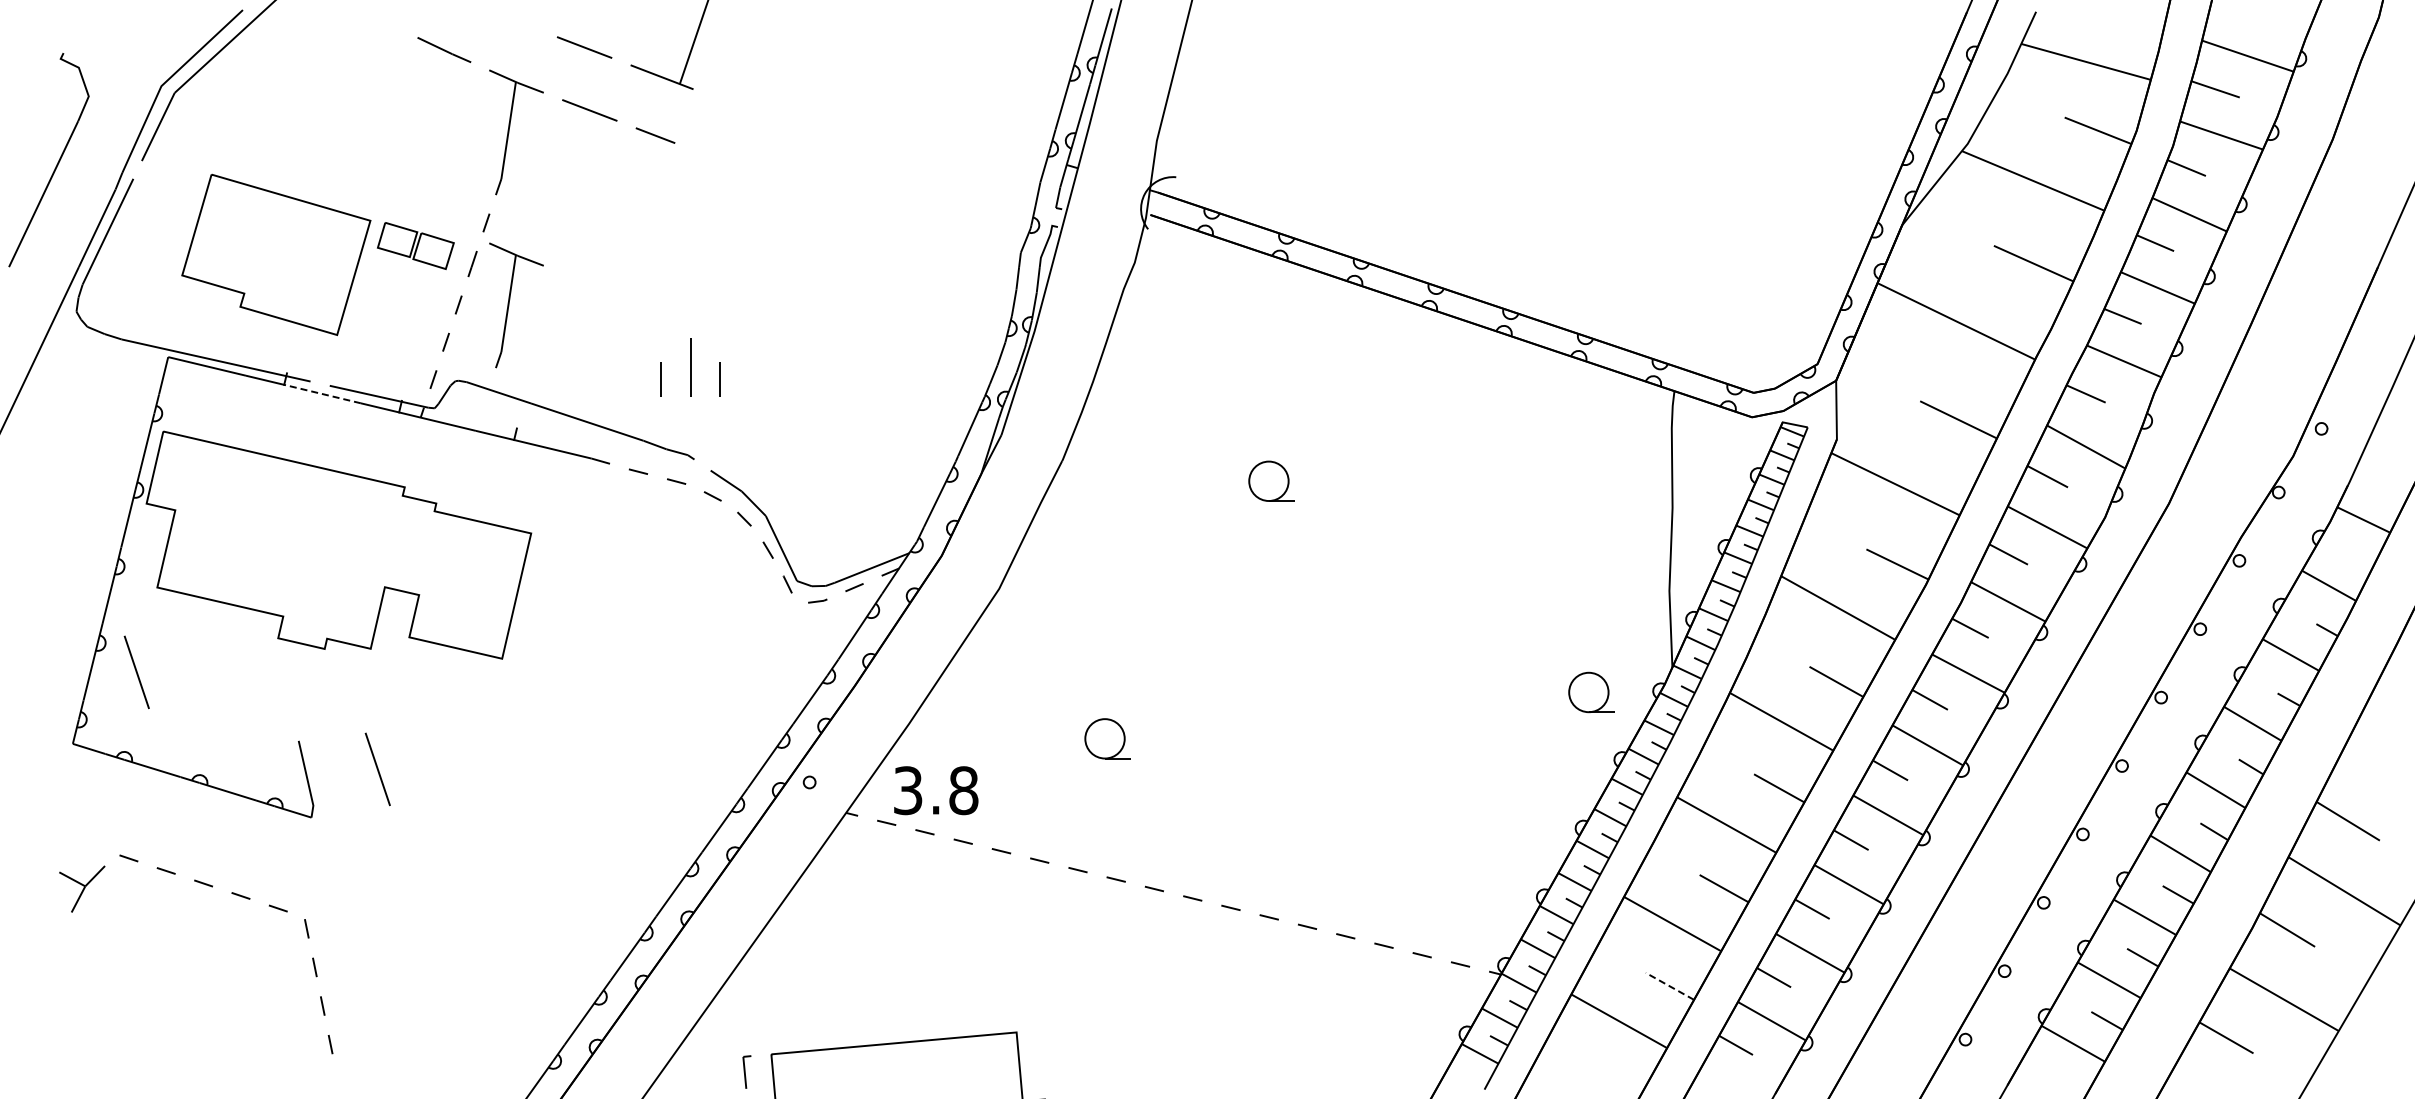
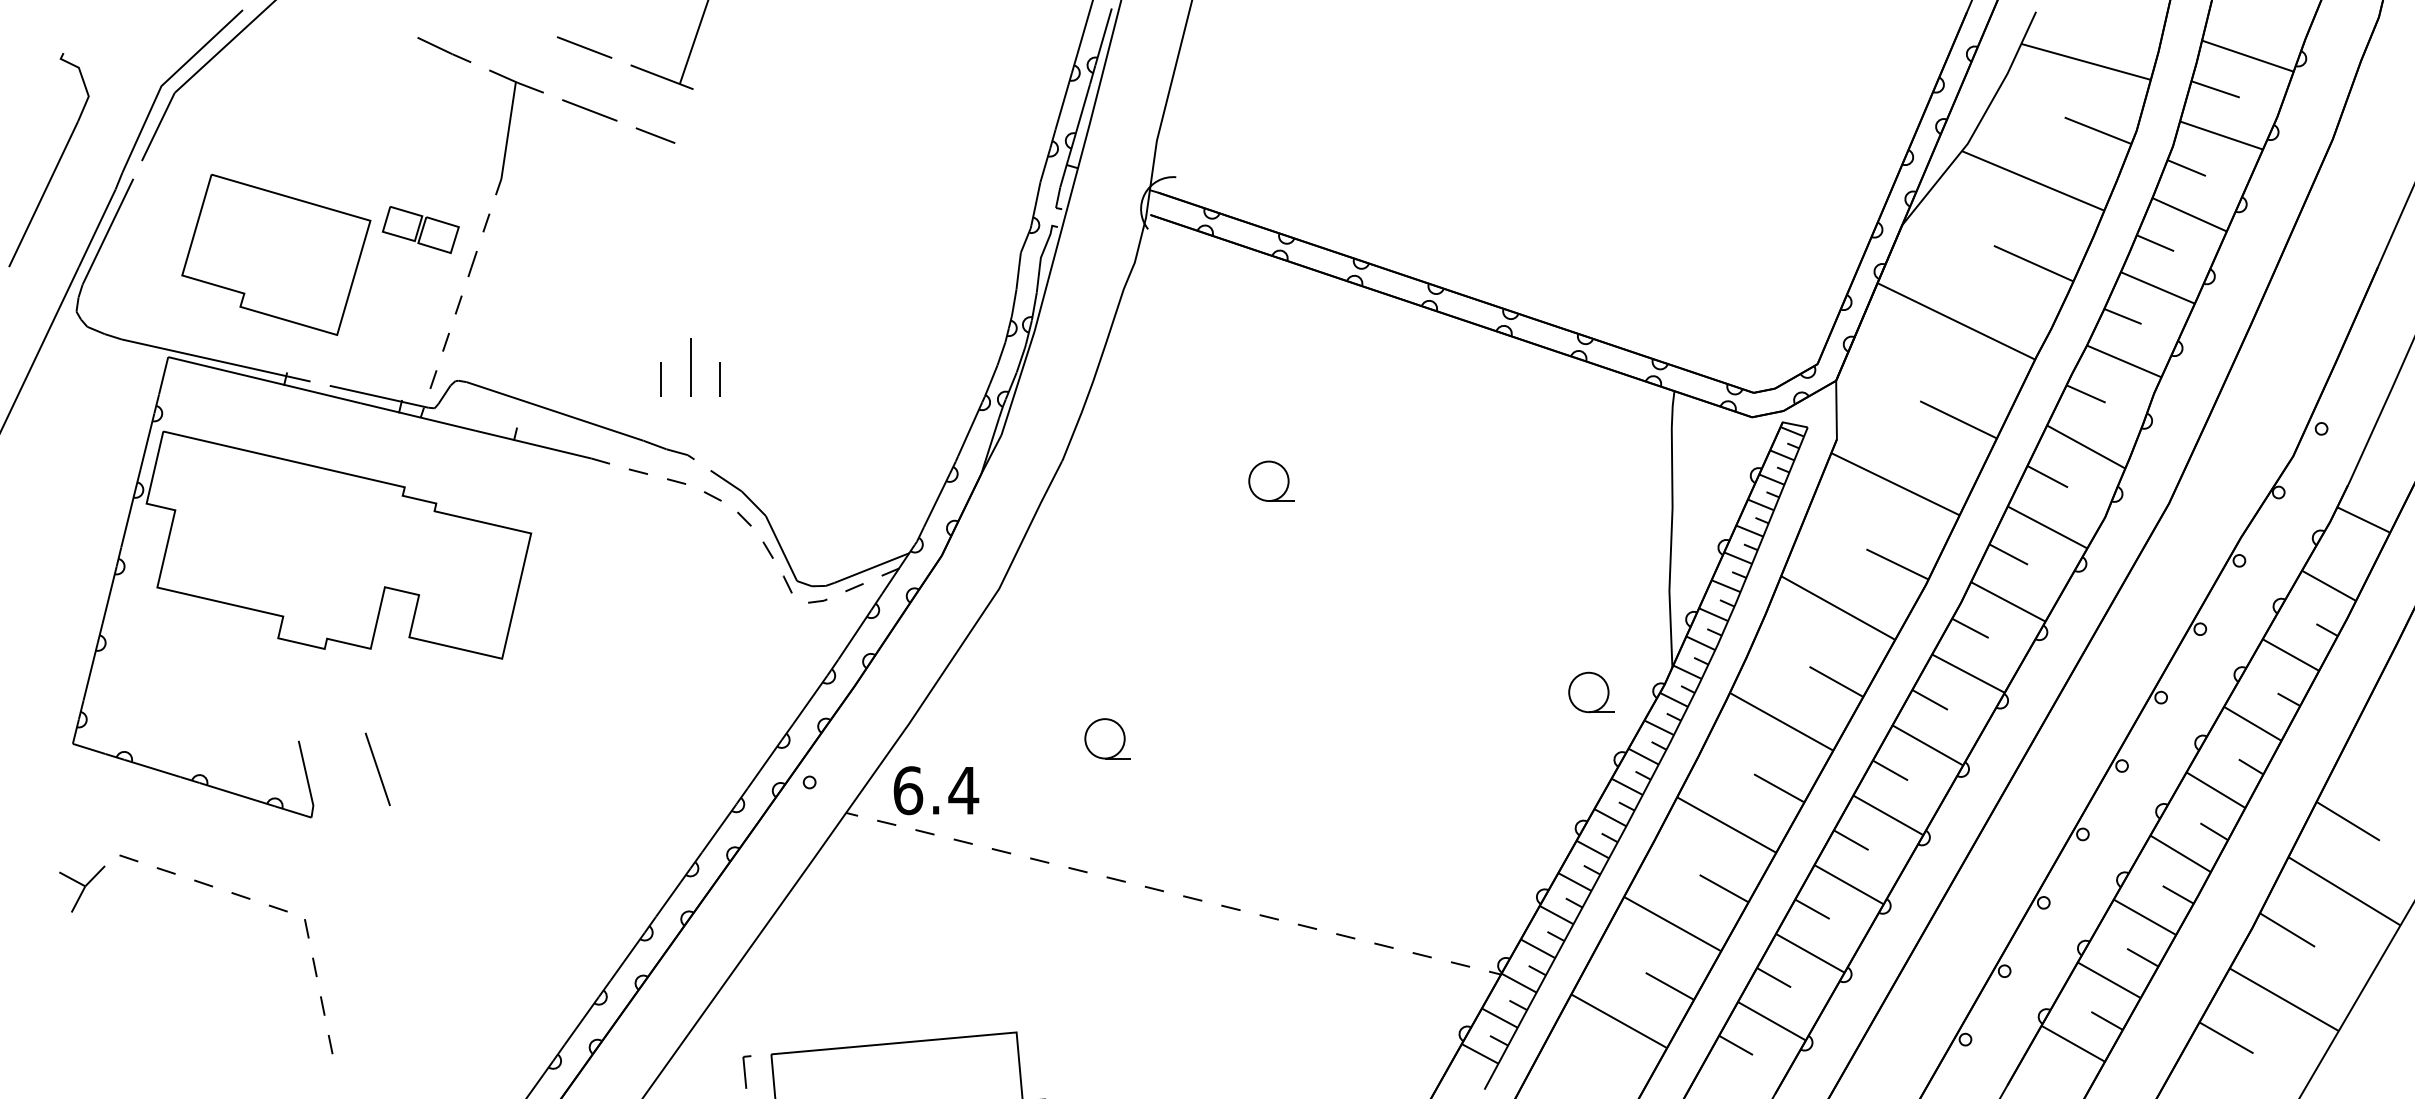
part at (415, 245) position: (415, 245) -> (420, 229)
part at (509, 305): present -> none
line at (322, 393): dashed -> solid
line at (136, 672): present -> none
text at (936, 790): 3.8 -> 6.4
line at (1669, 986): dashed -> solid
